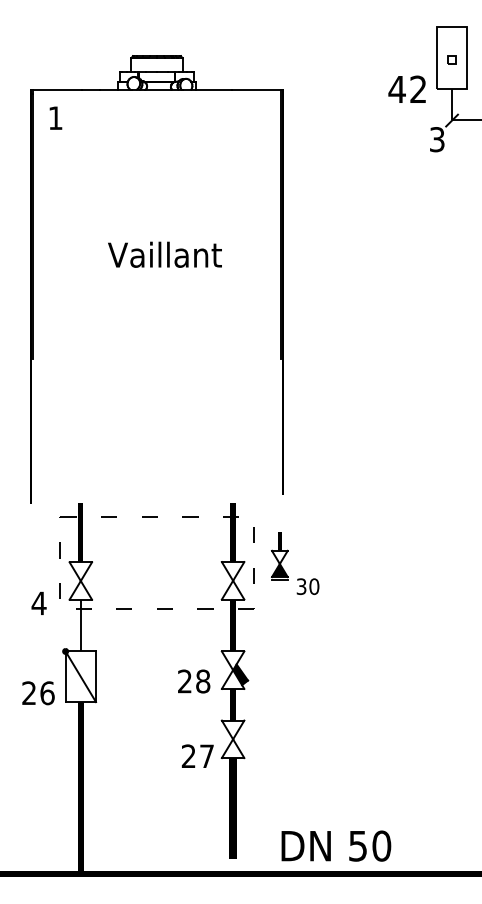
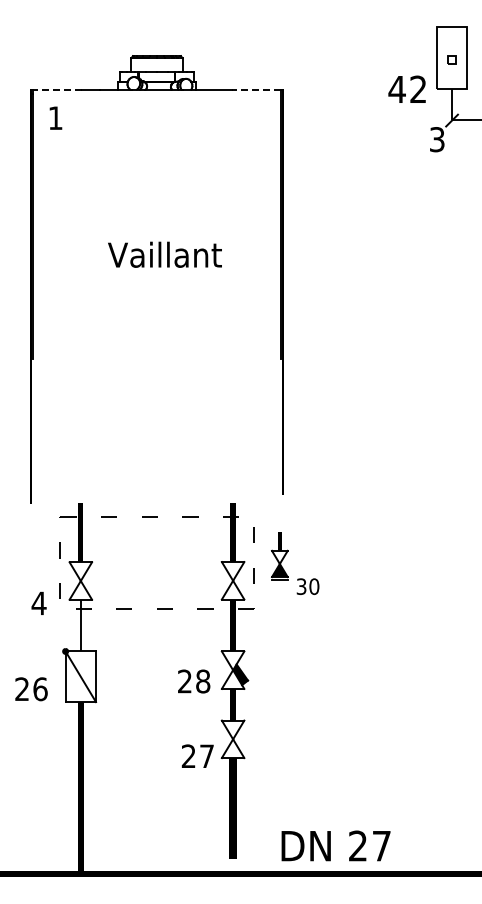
line at (57, 89): solid -> dashed
line at (256, 89): solid -> dashed
text at (38, 693) position: (38, 693) -> (31, 689)
text at (370, 845): 50 -> 27
